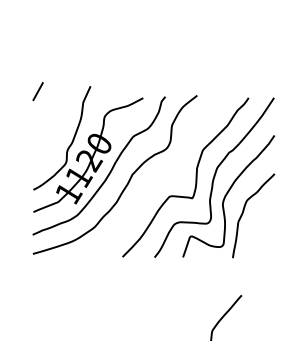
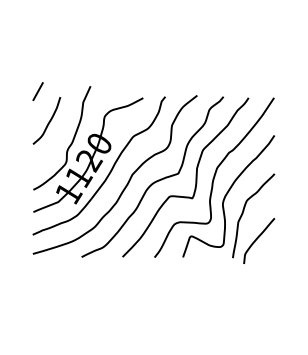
curve at (48, 121): none -> present
curve at (154, 181): none -> present
curve at (225, 315) position: (225, 315) -> (258, 238)
